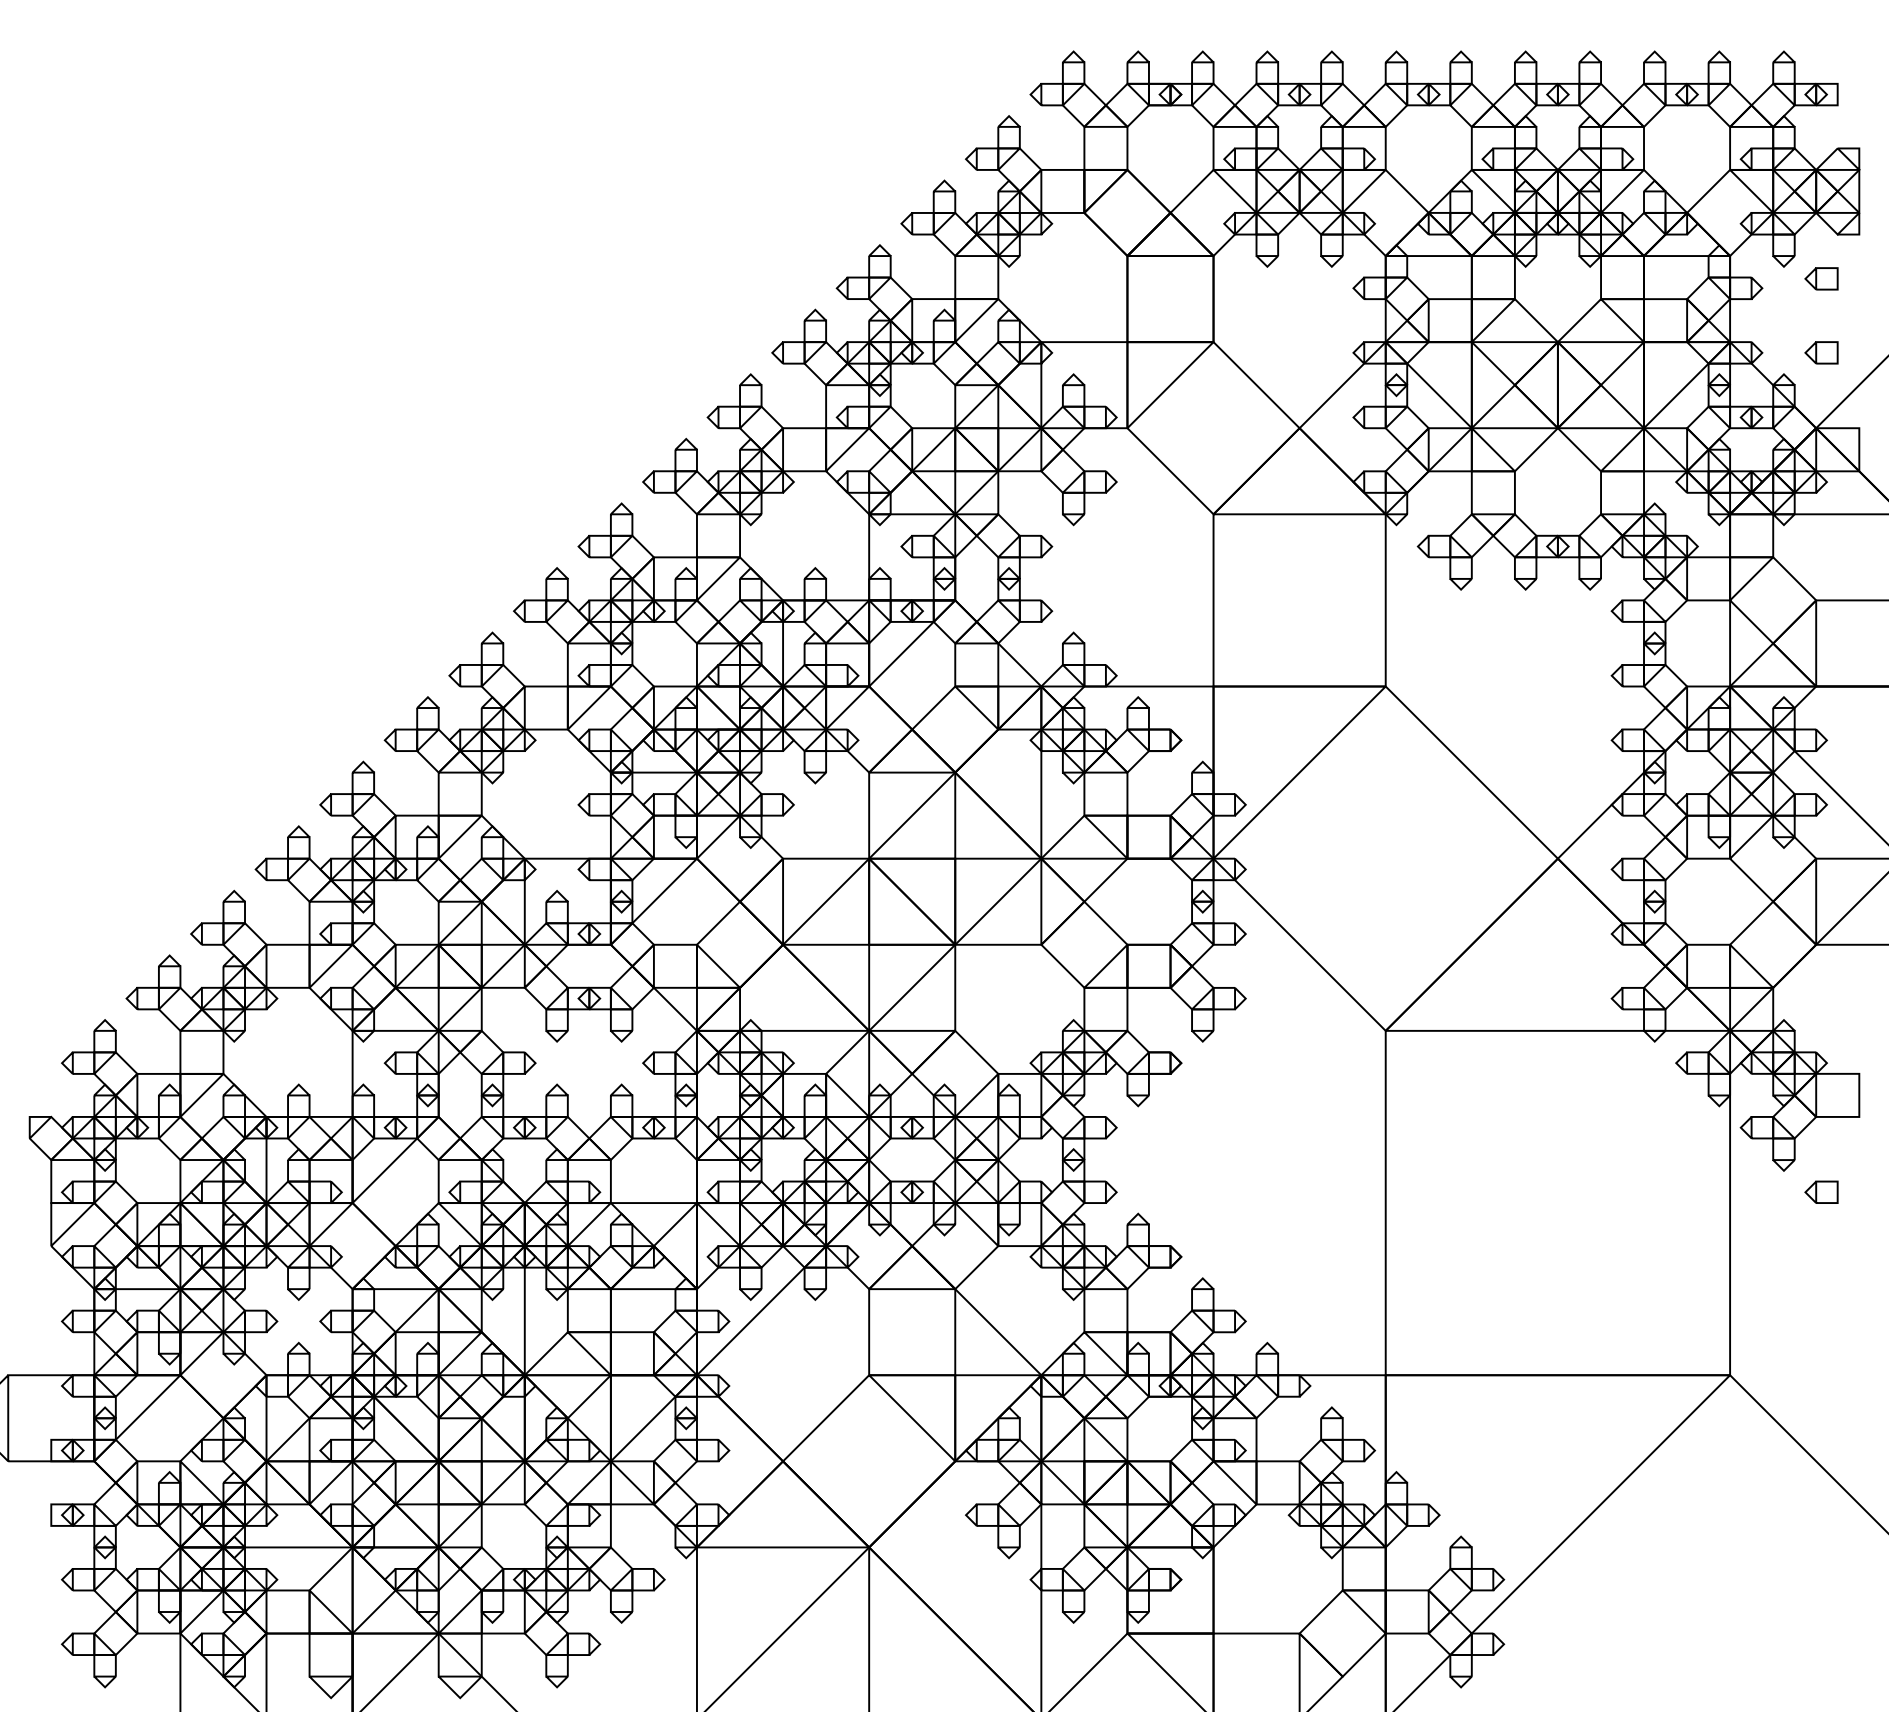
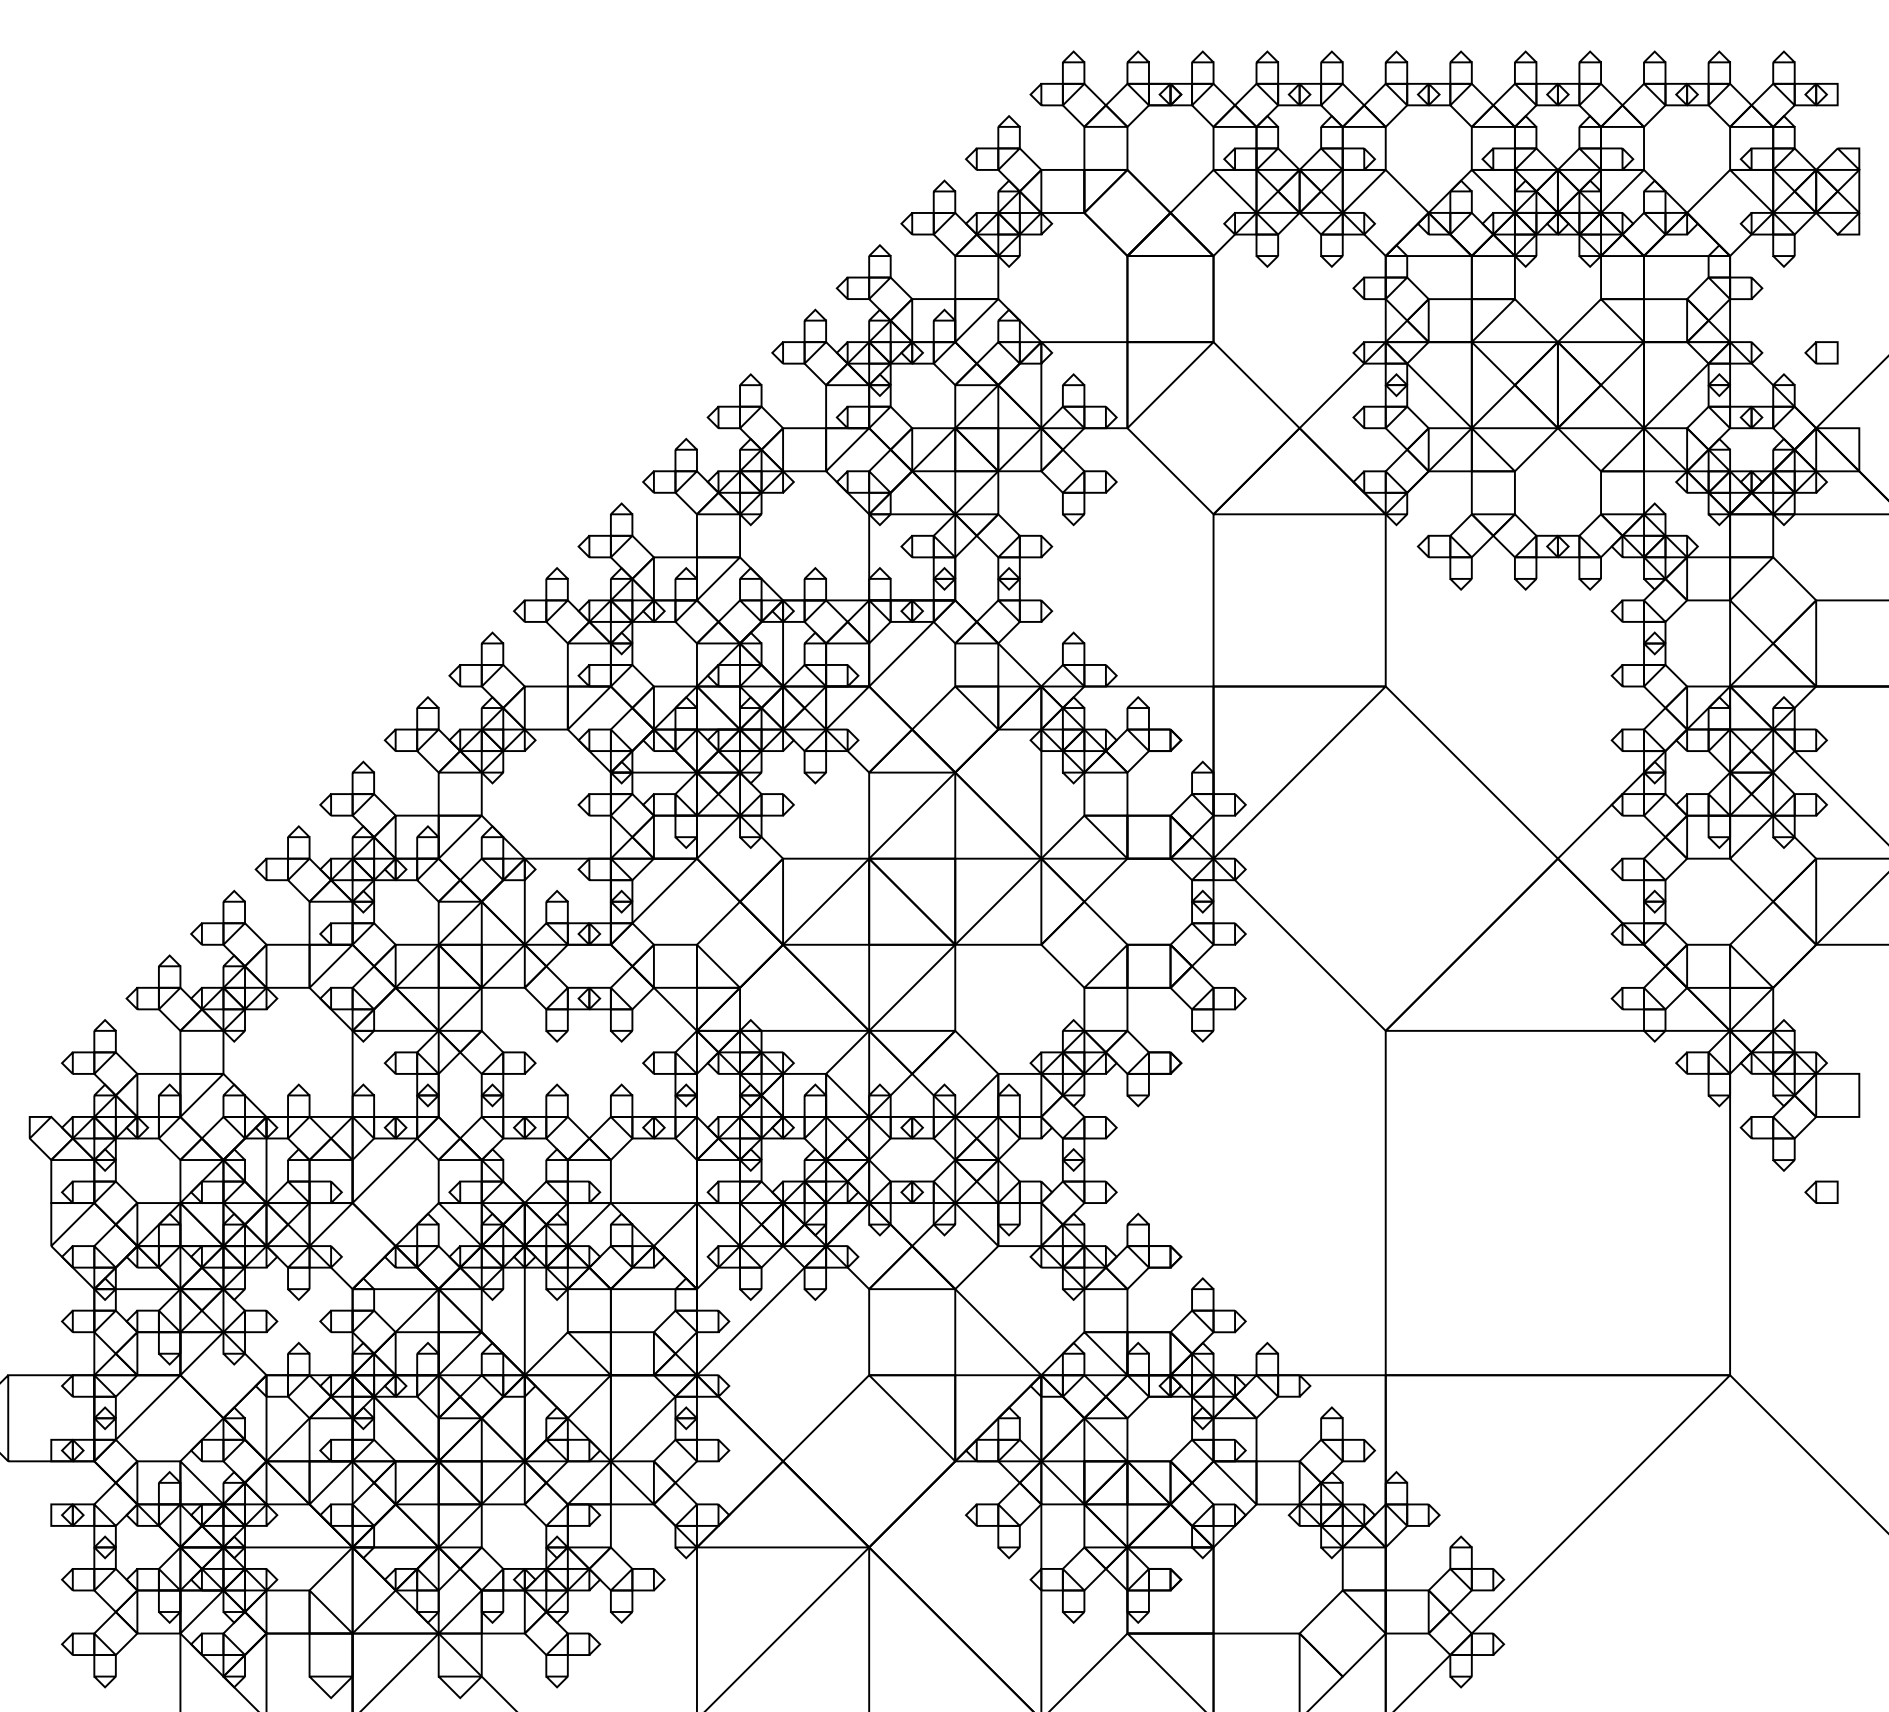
curve at (1817, 278): present -> none
